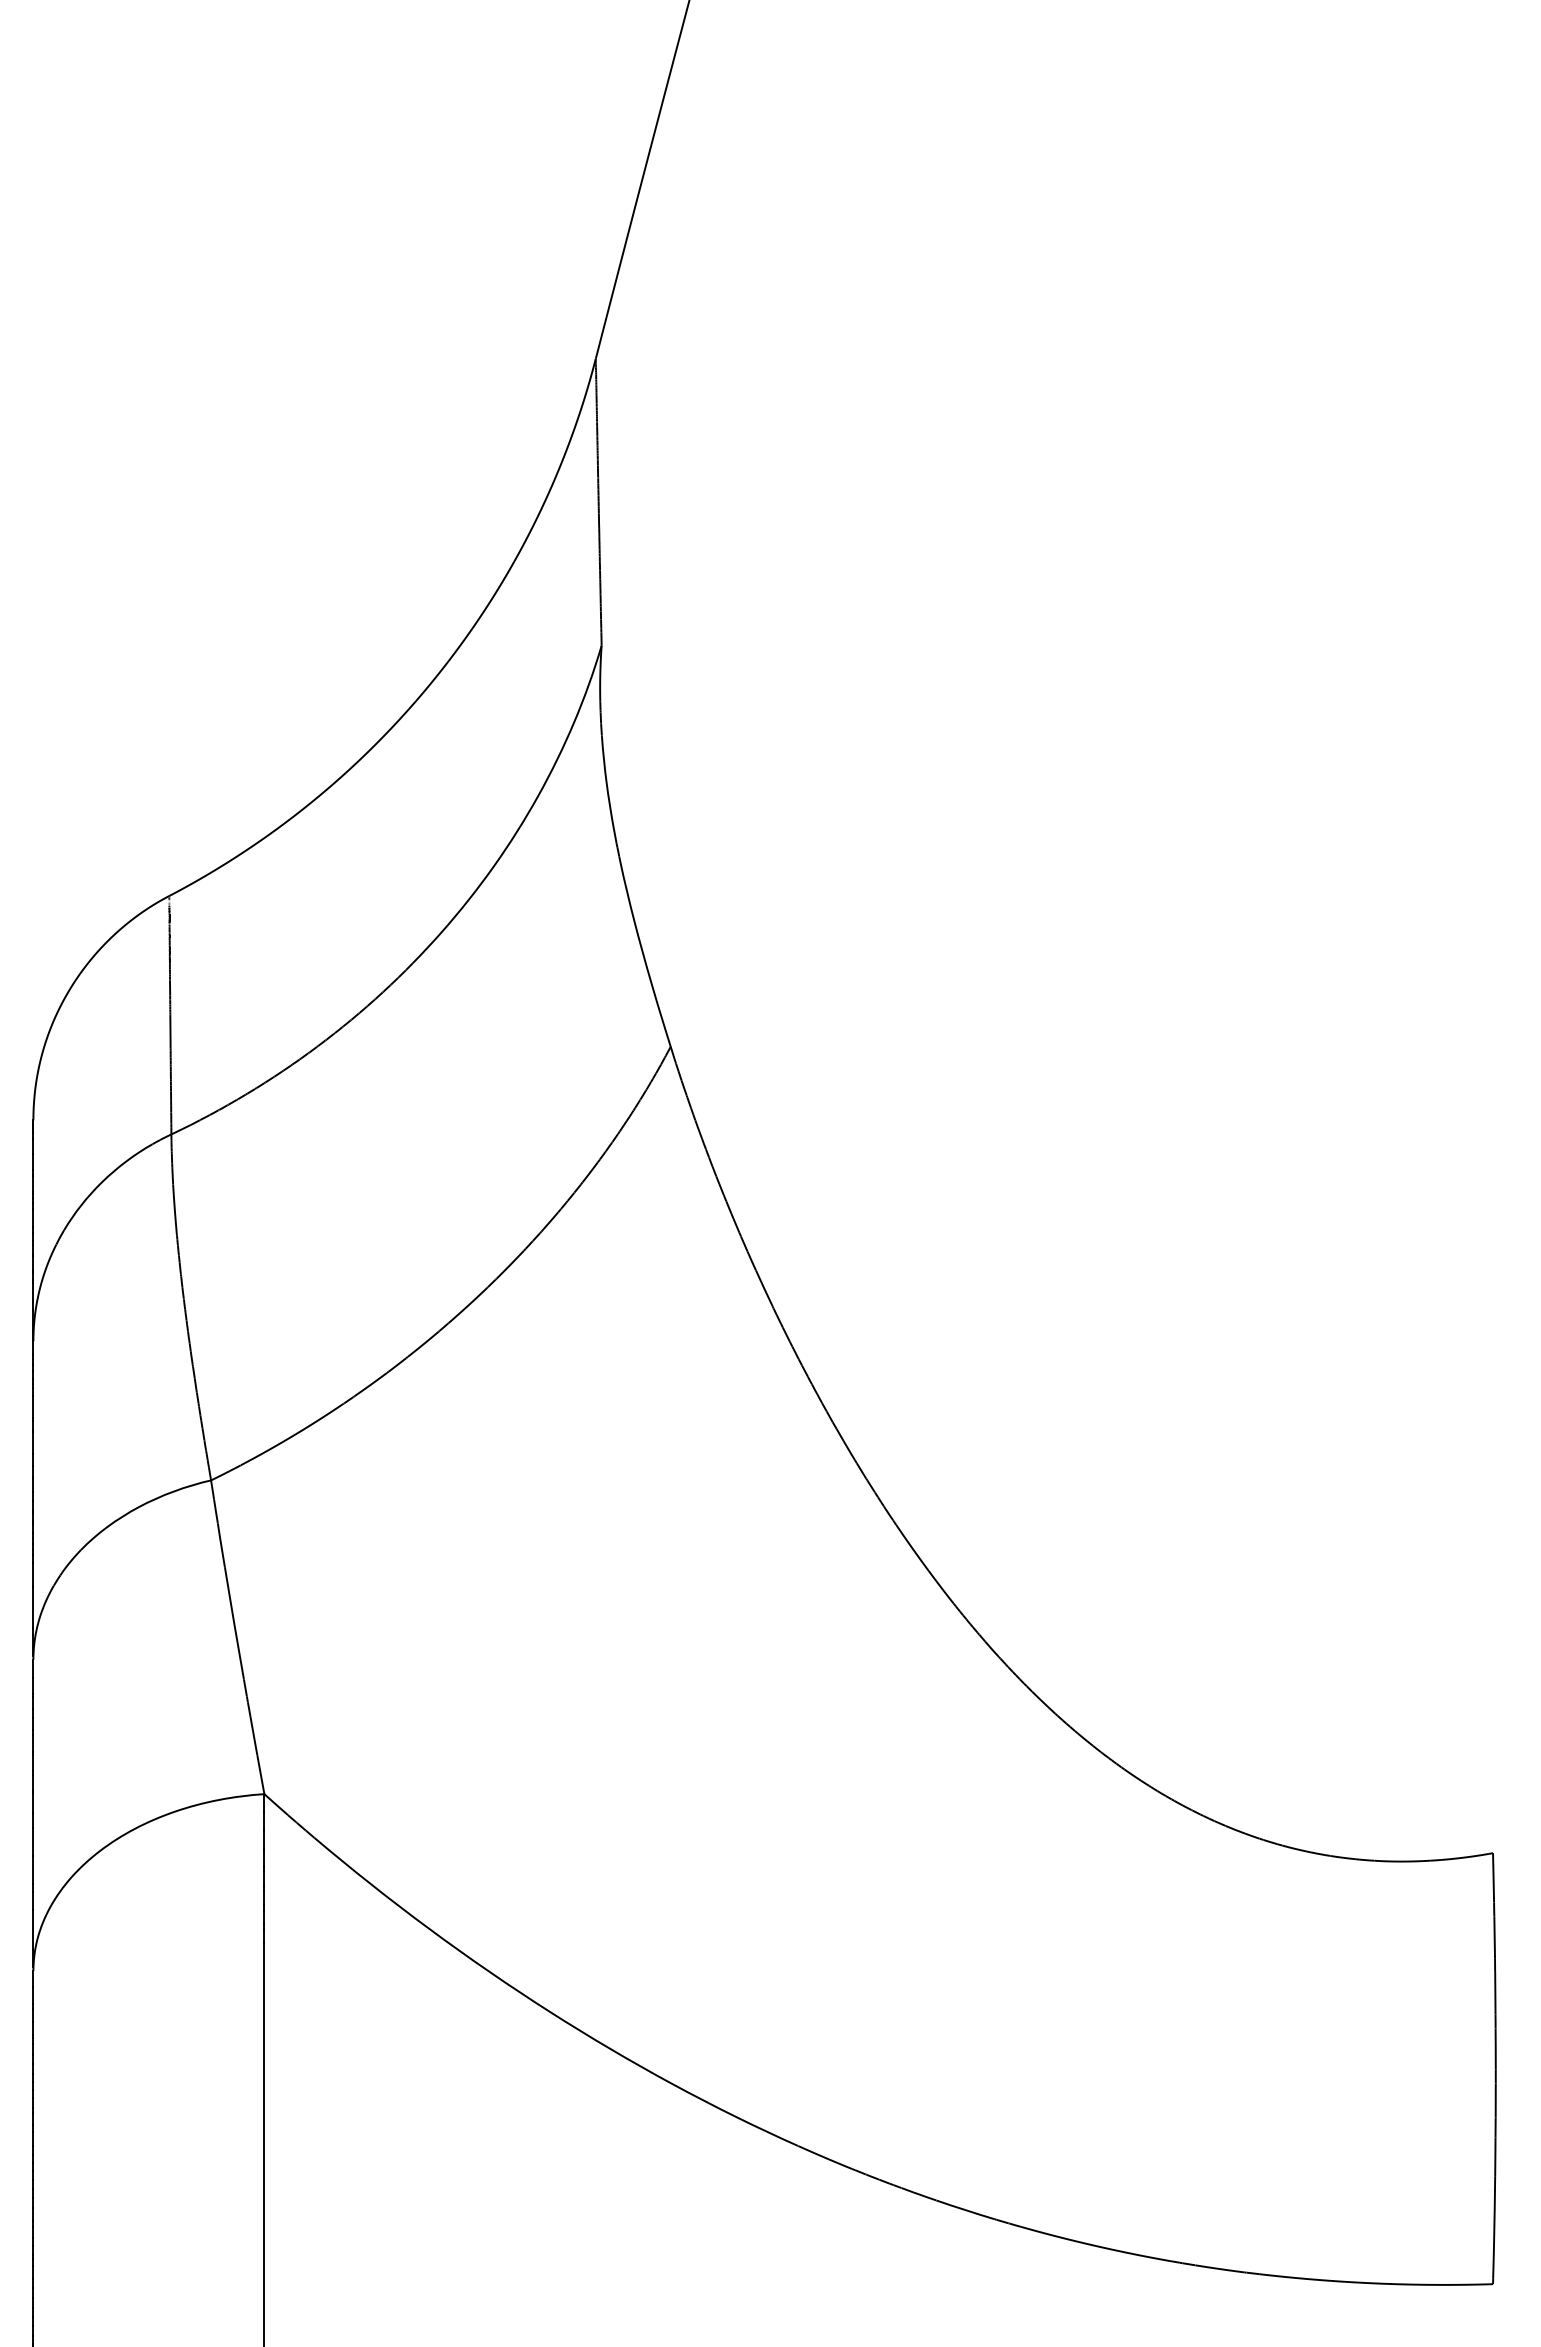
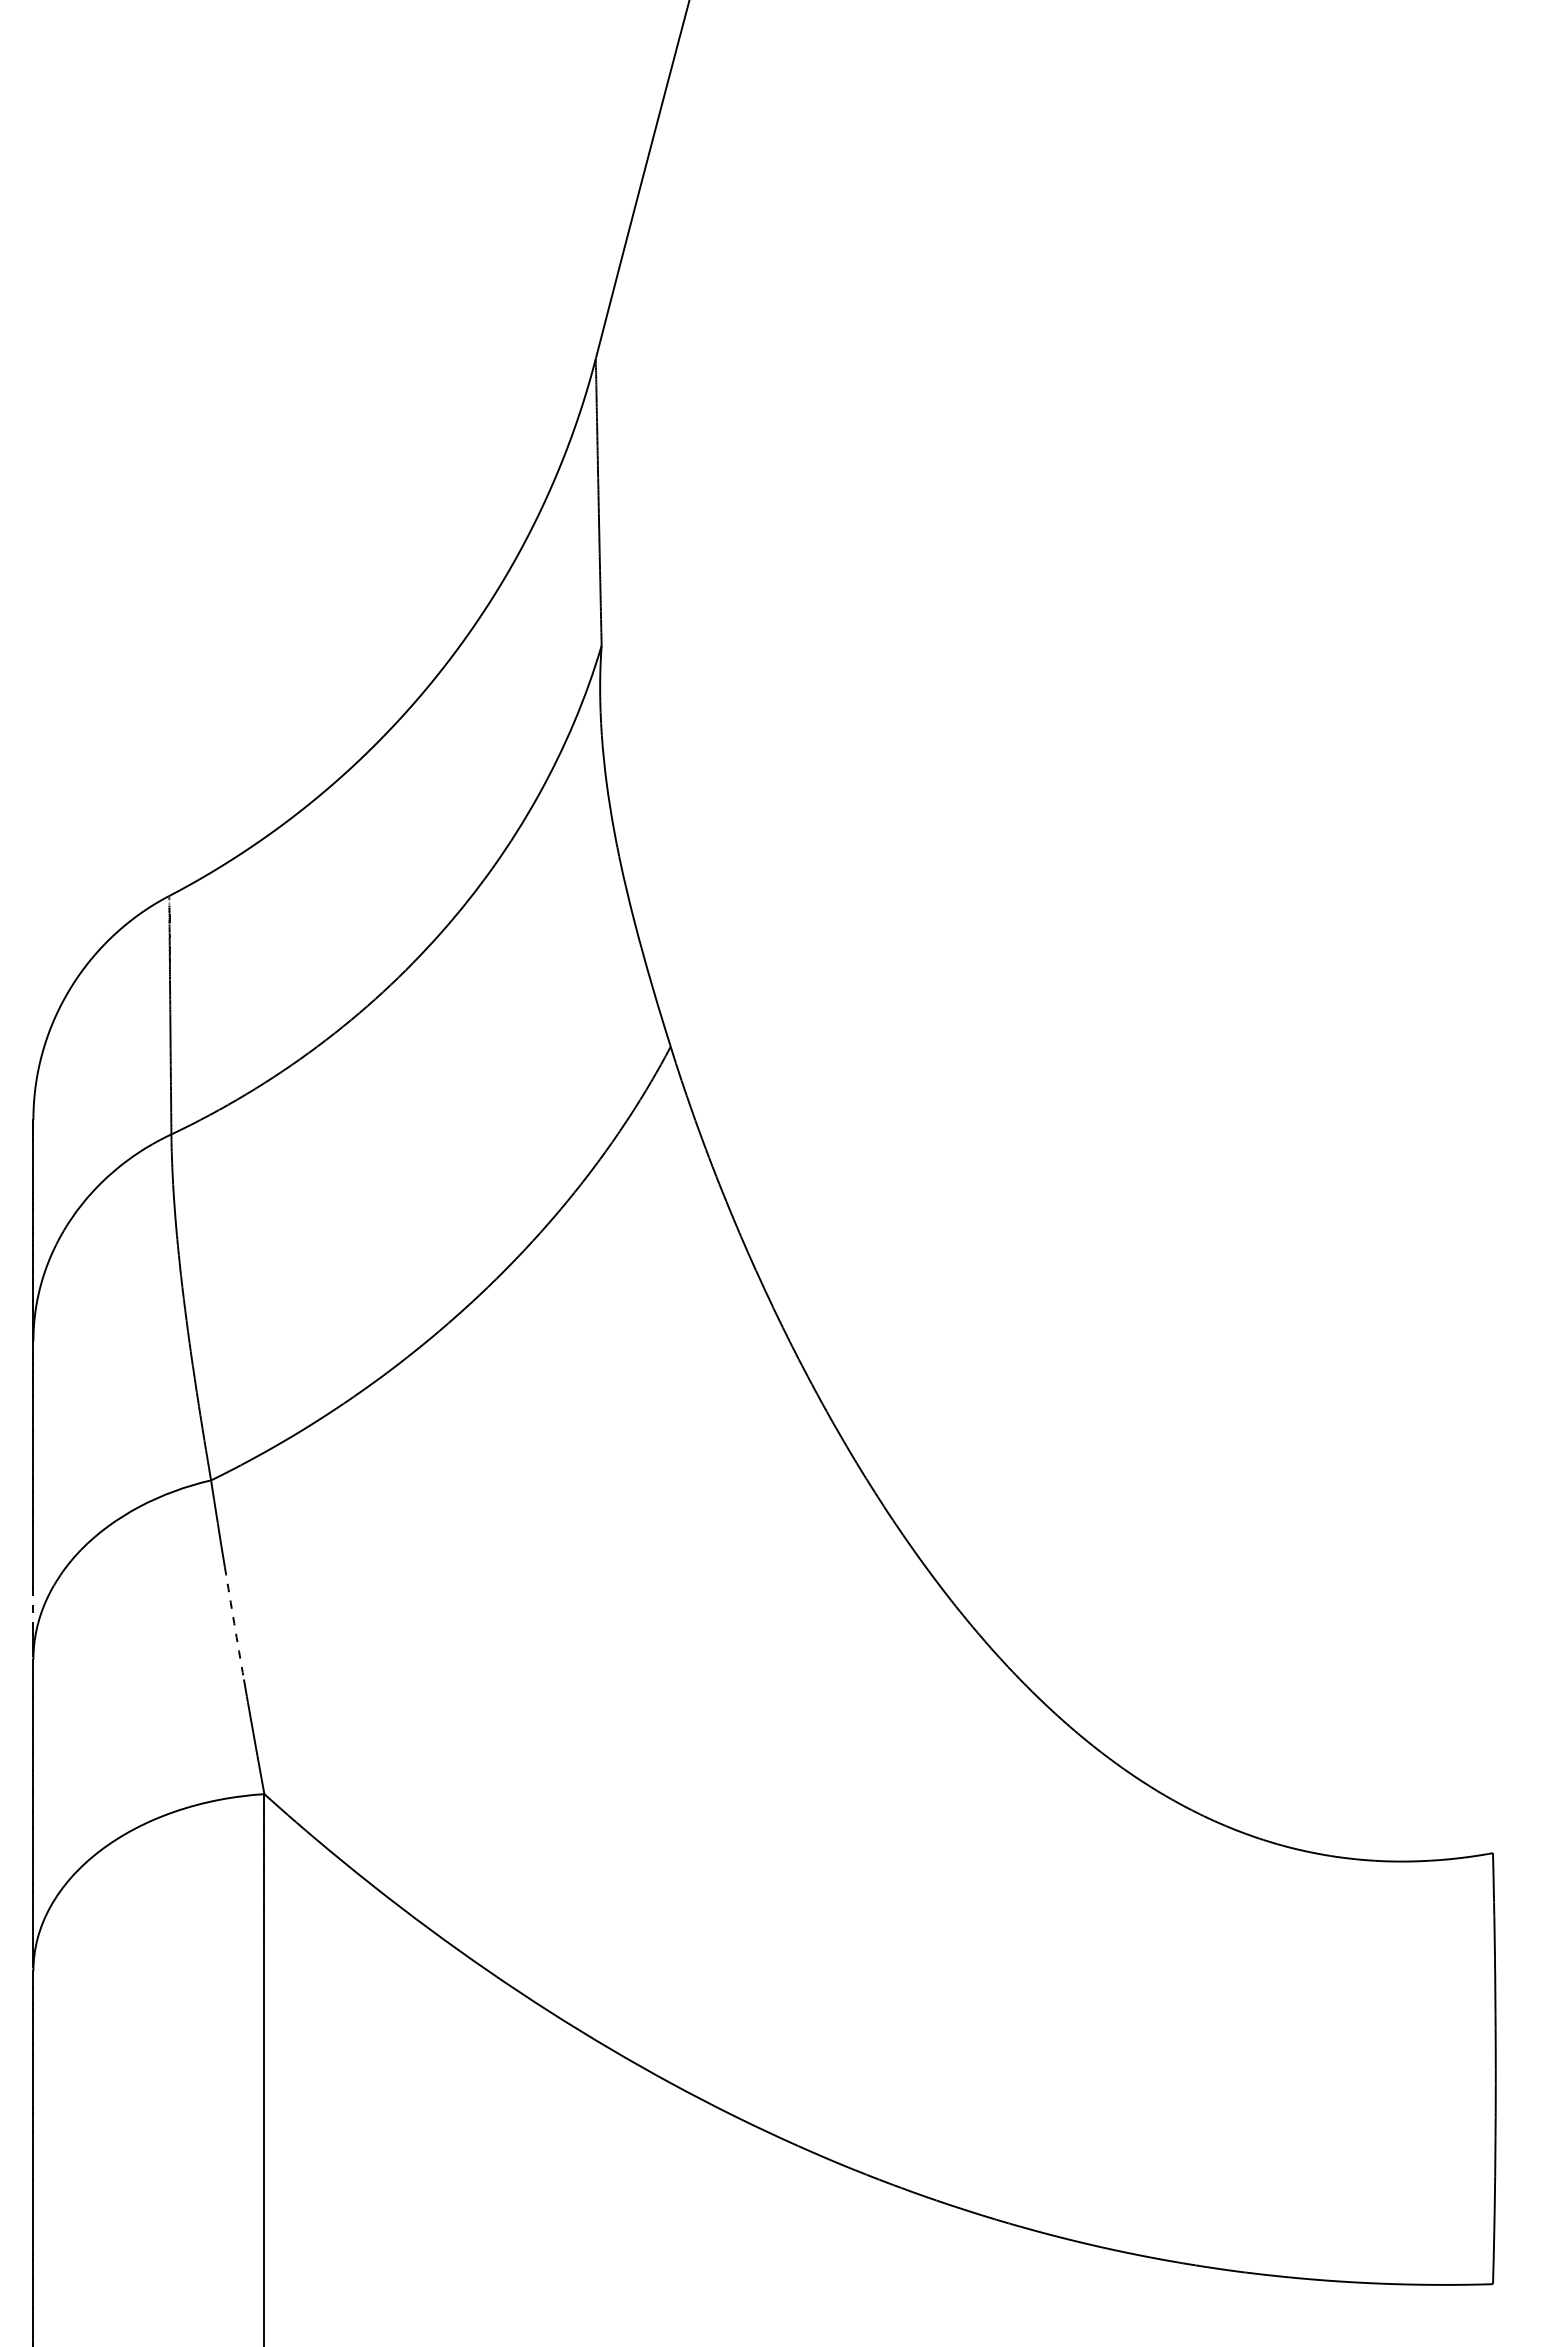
line at (33, 1607): solid -> dashed
arc at (234, 1623): solid -> dashed
